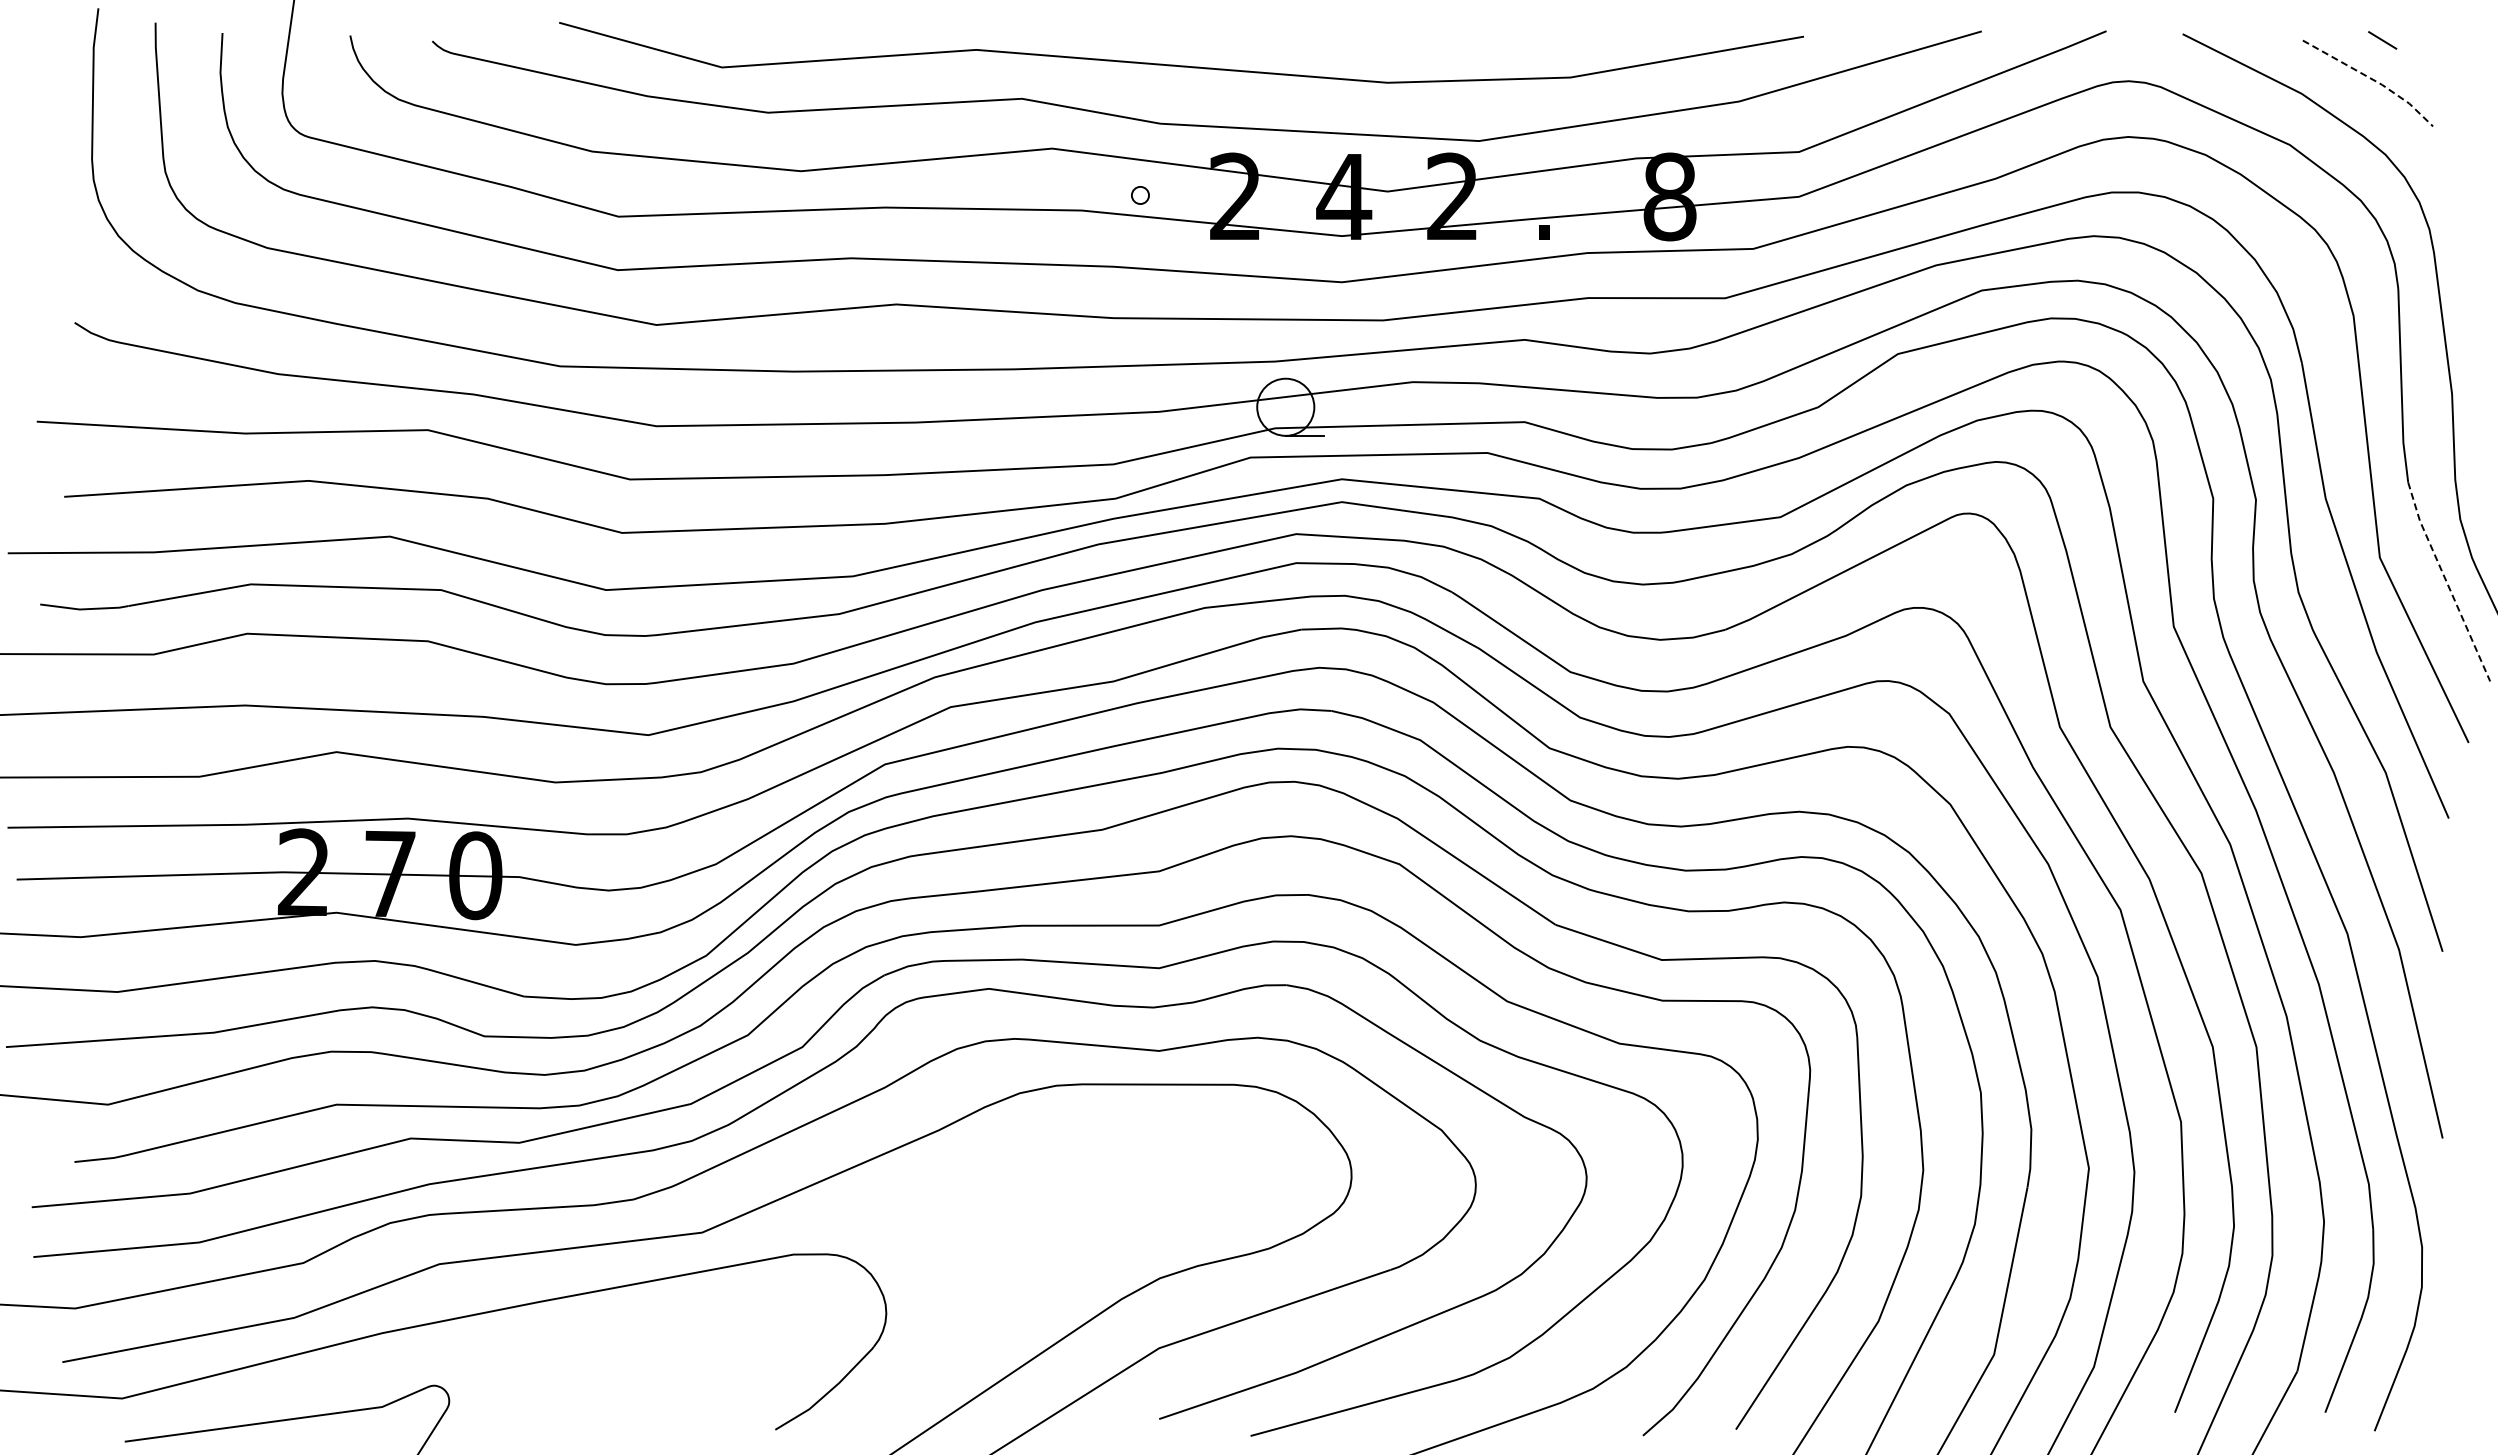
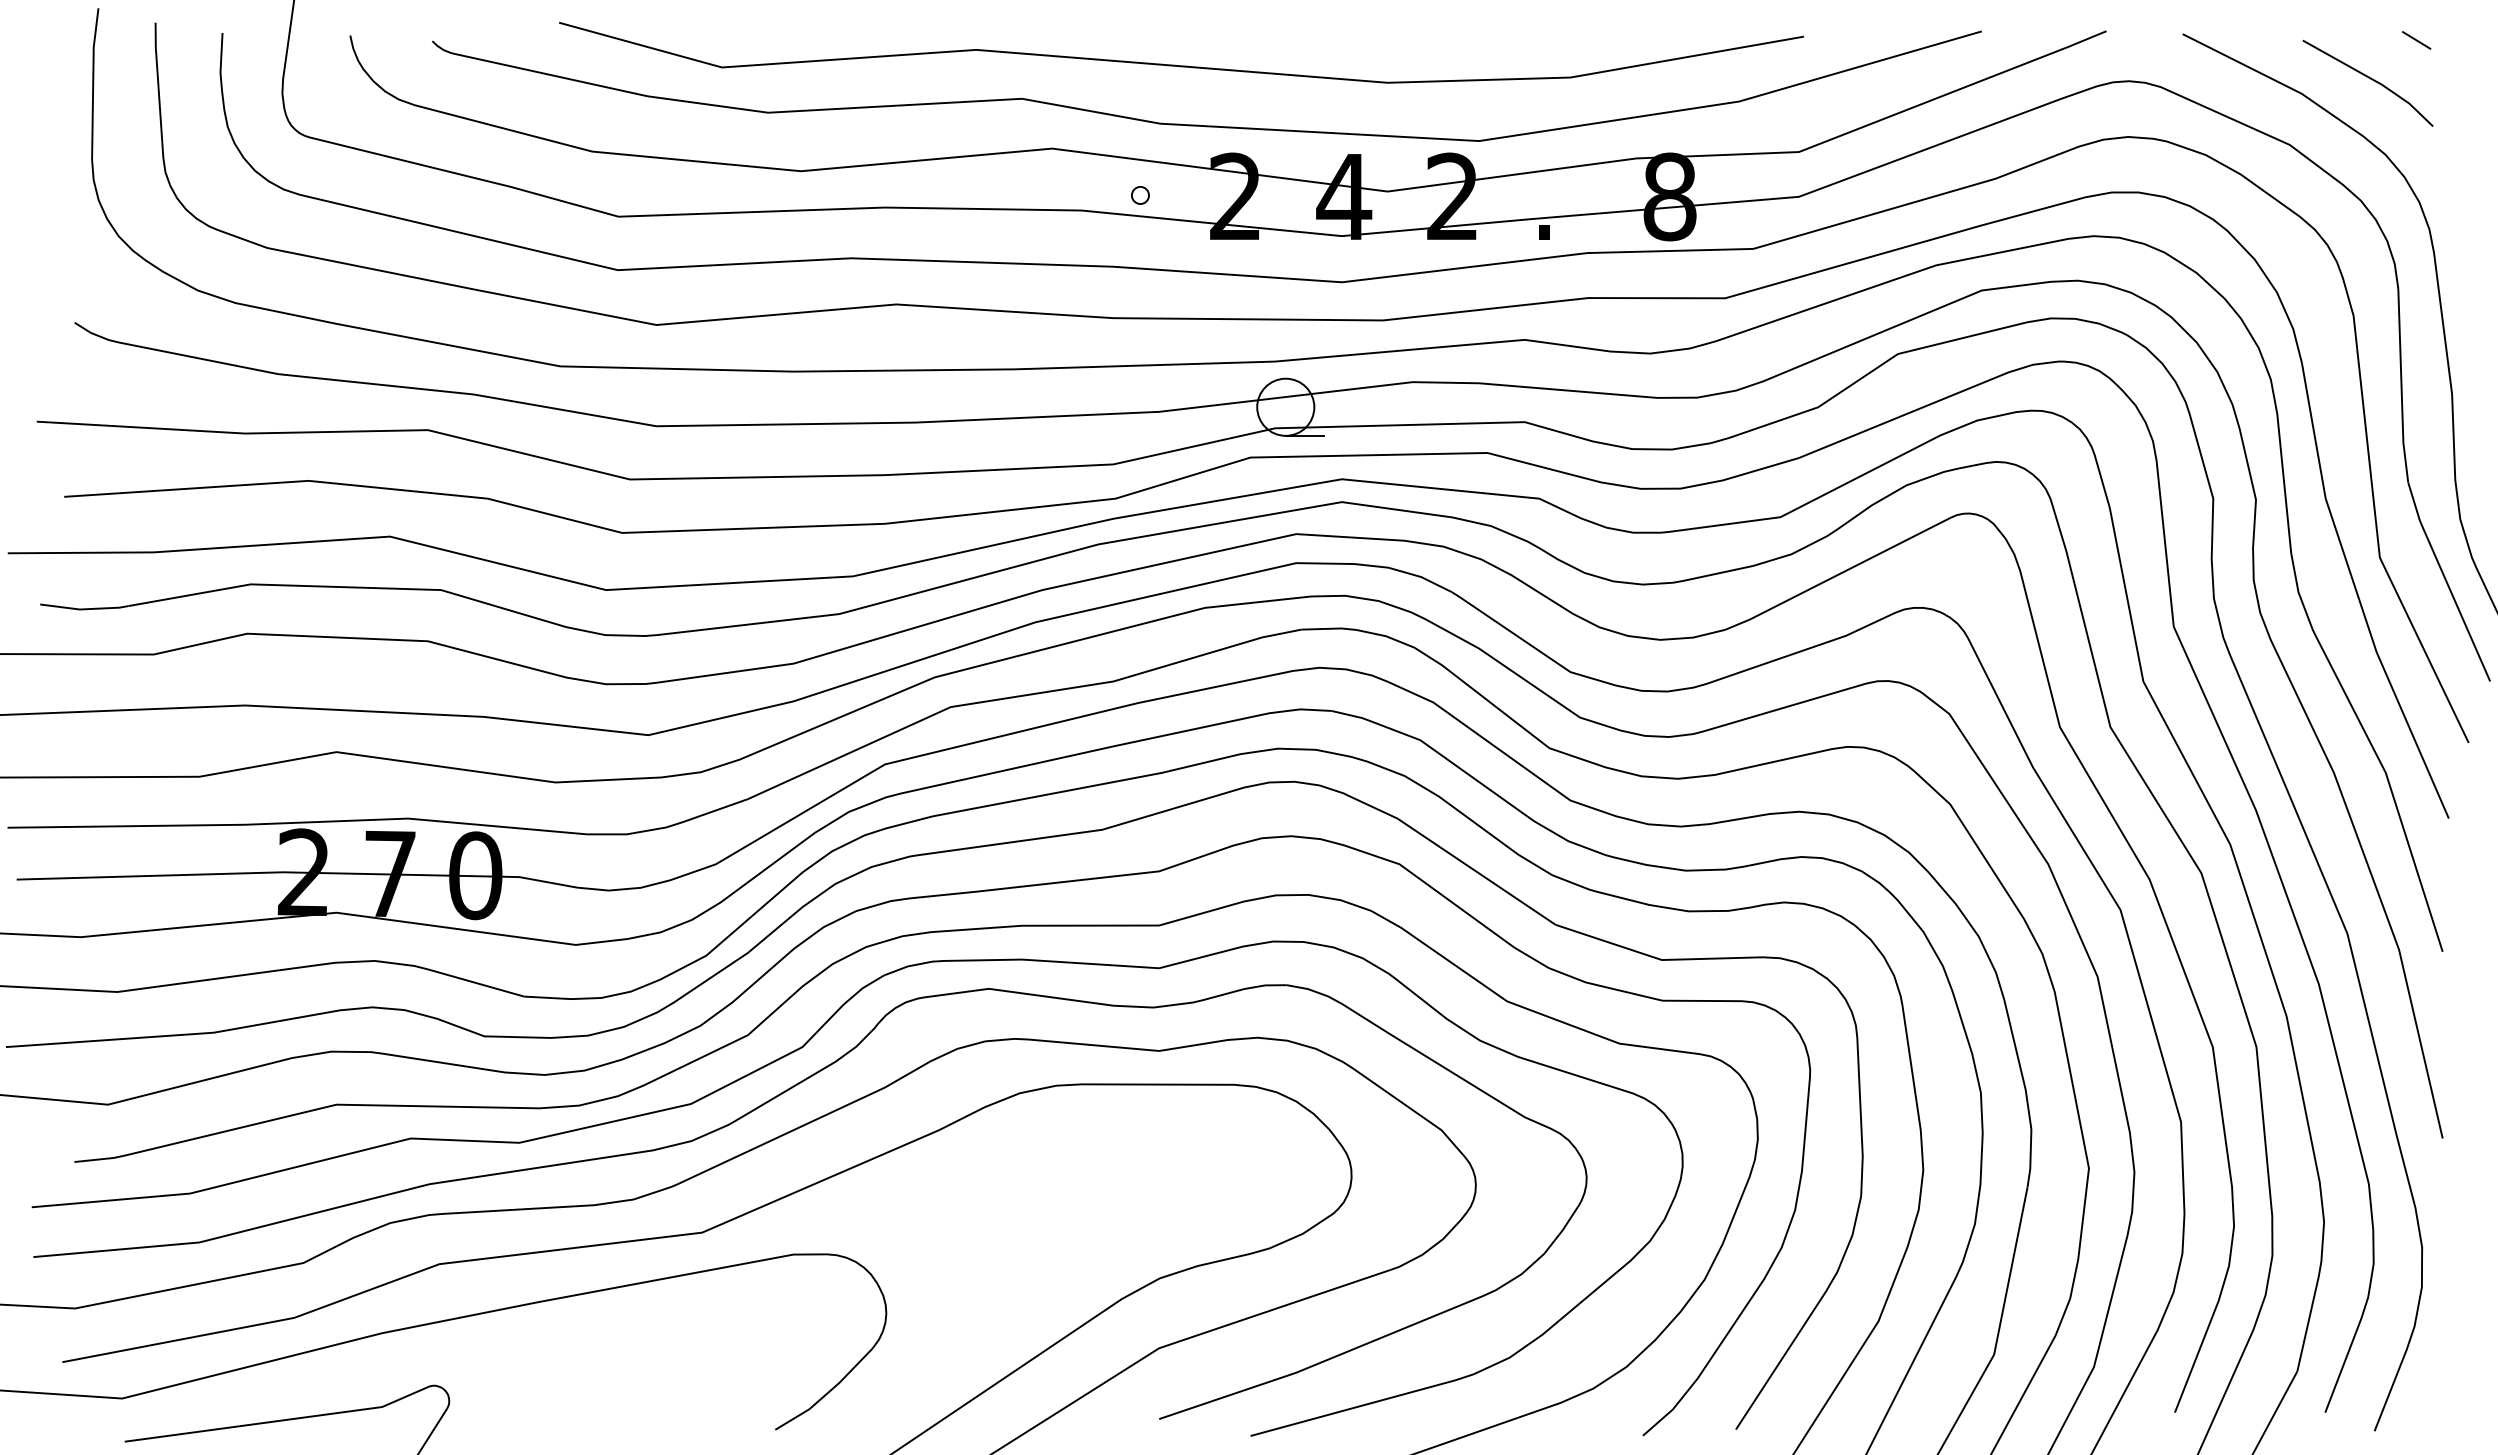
line at (2382, 40) position: (2382, 40) -> (2416, 40)
line at (2372, 79): dashed -> solid
line at (2446, 581): dashed -> solid
